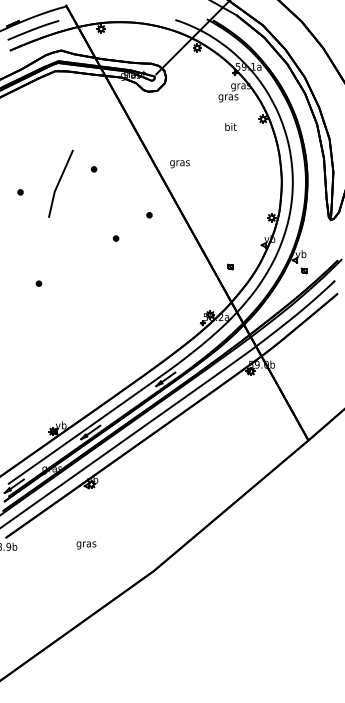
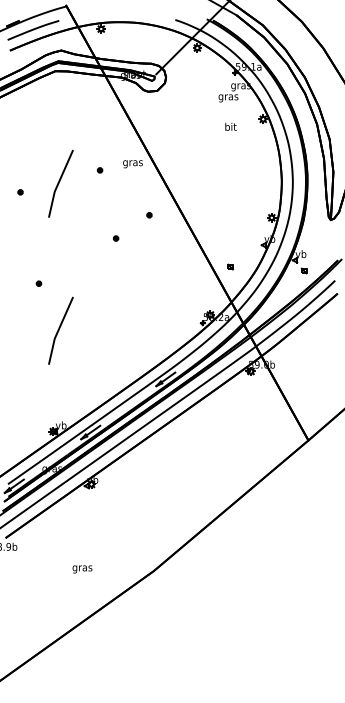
text at (179, 164) position: (179, 164) -> (132, 164)
part at (93, 169) position: (93, 169) -> (99, 170)
line at (59, 330): none -> present
text at (86, 545) position: (86, 545) -> (82, 569)
